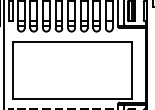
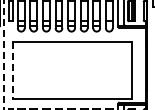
line at (4, 55): solid -> dashed
line at (13, 70): solid -> dashed
